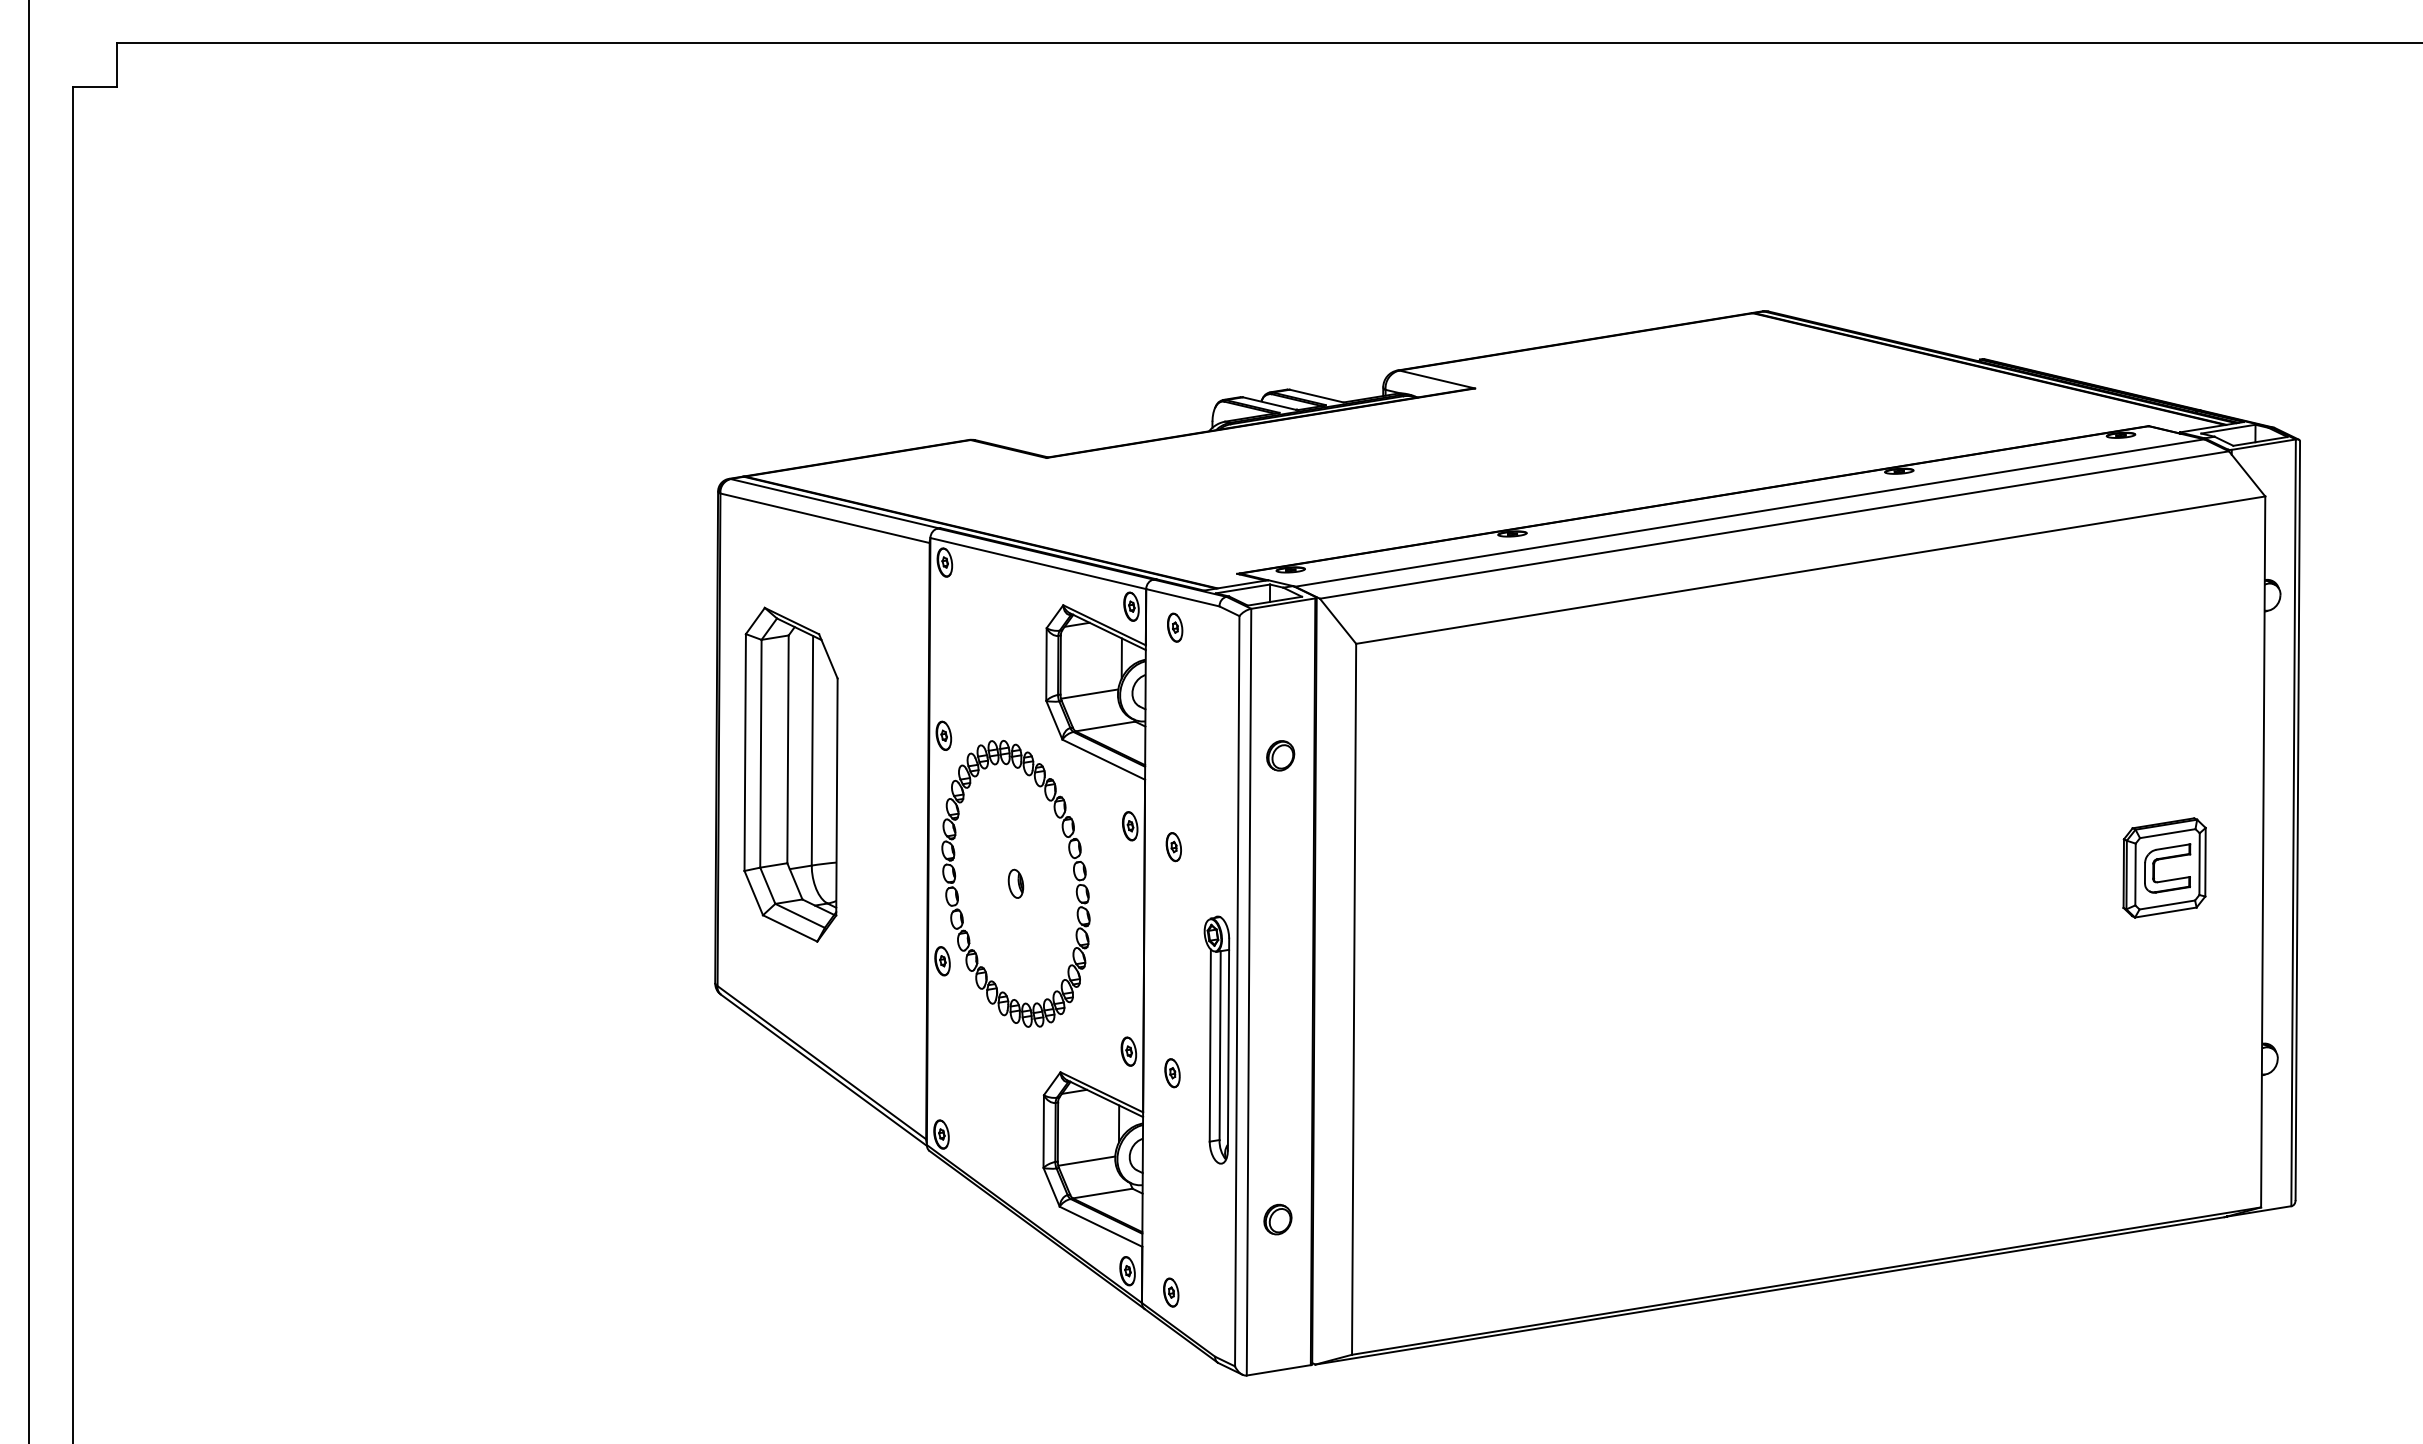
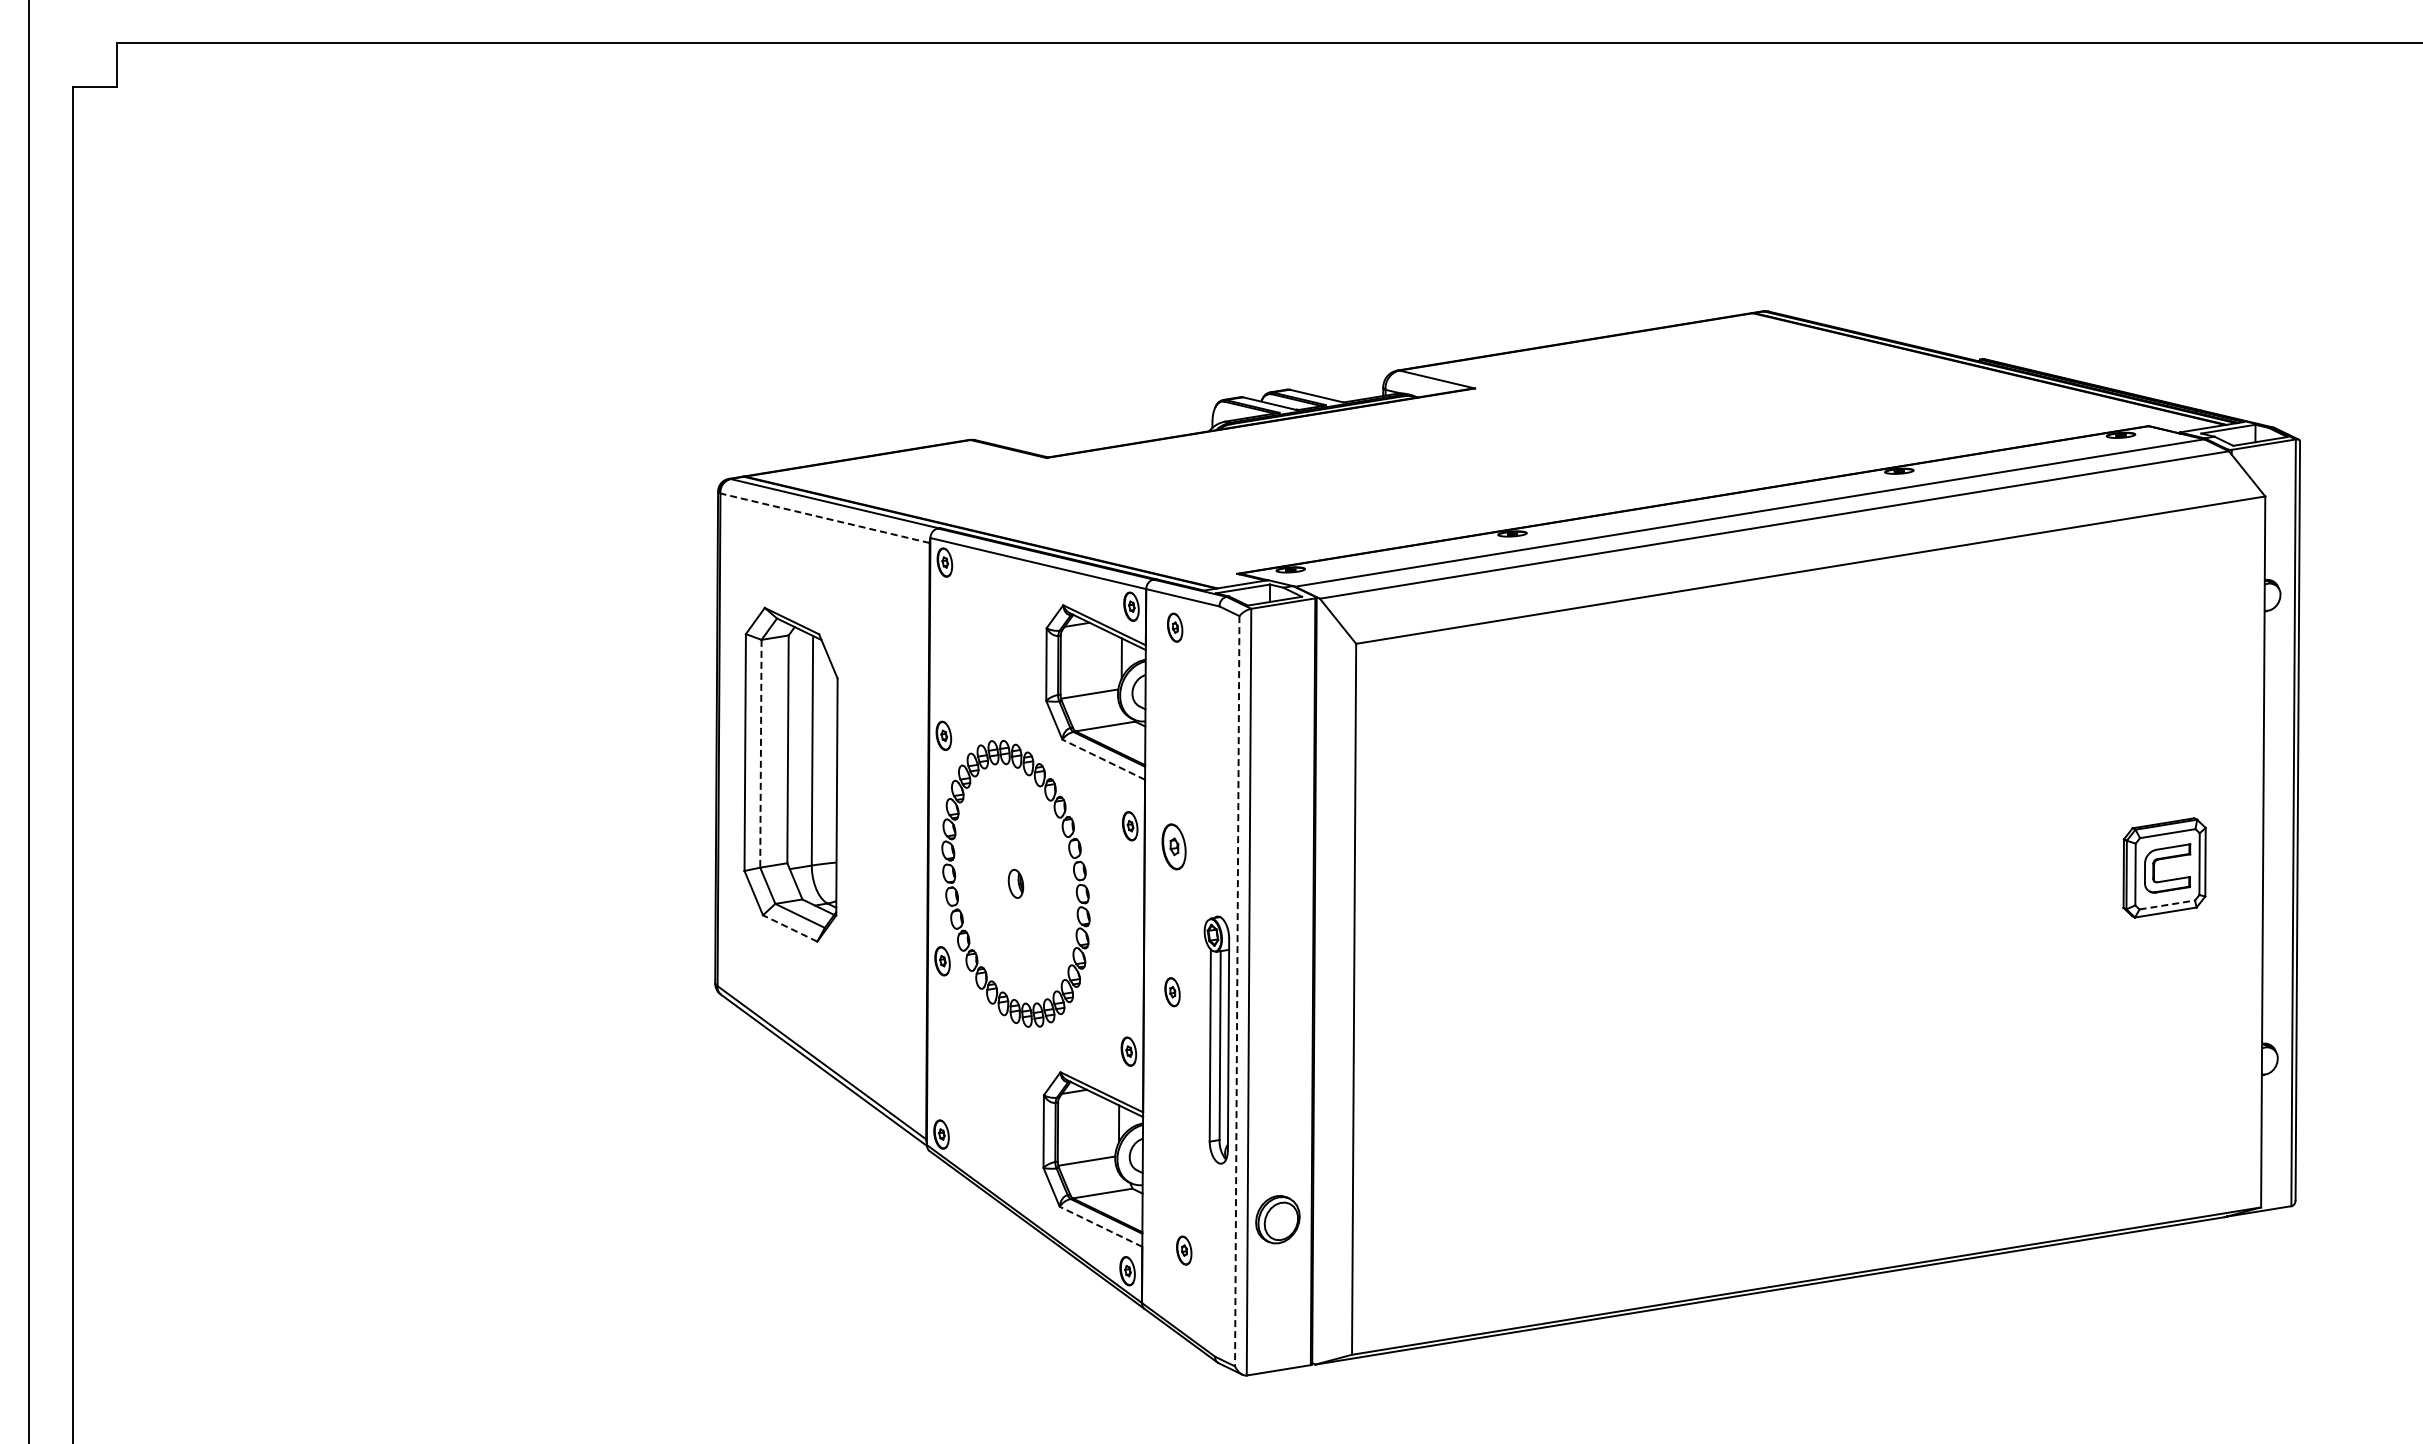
line at (824, 518): solid -> dashed
line at (760, 753): solid -> dashed
part at (1280, 755): present -> none
line at (1103, 759): solid -> dashed
part at (1173, 847) size: 17x31 px -> 26x48 px
line at (2167, 904): solid -> dashed
line at (789, 928): solid -> dashed
line at (1237, 991): solid -> dashed
part at (1172, 1073) position: (1172, 1073) -> (1172, 992)
part at (1277, 1219) size: 30x33 px -> 46x50 px
line at (1101, 1226): solid -> dashed
part at (1171, 1292) position: (1171, 1292) -> (1184, 1250)
